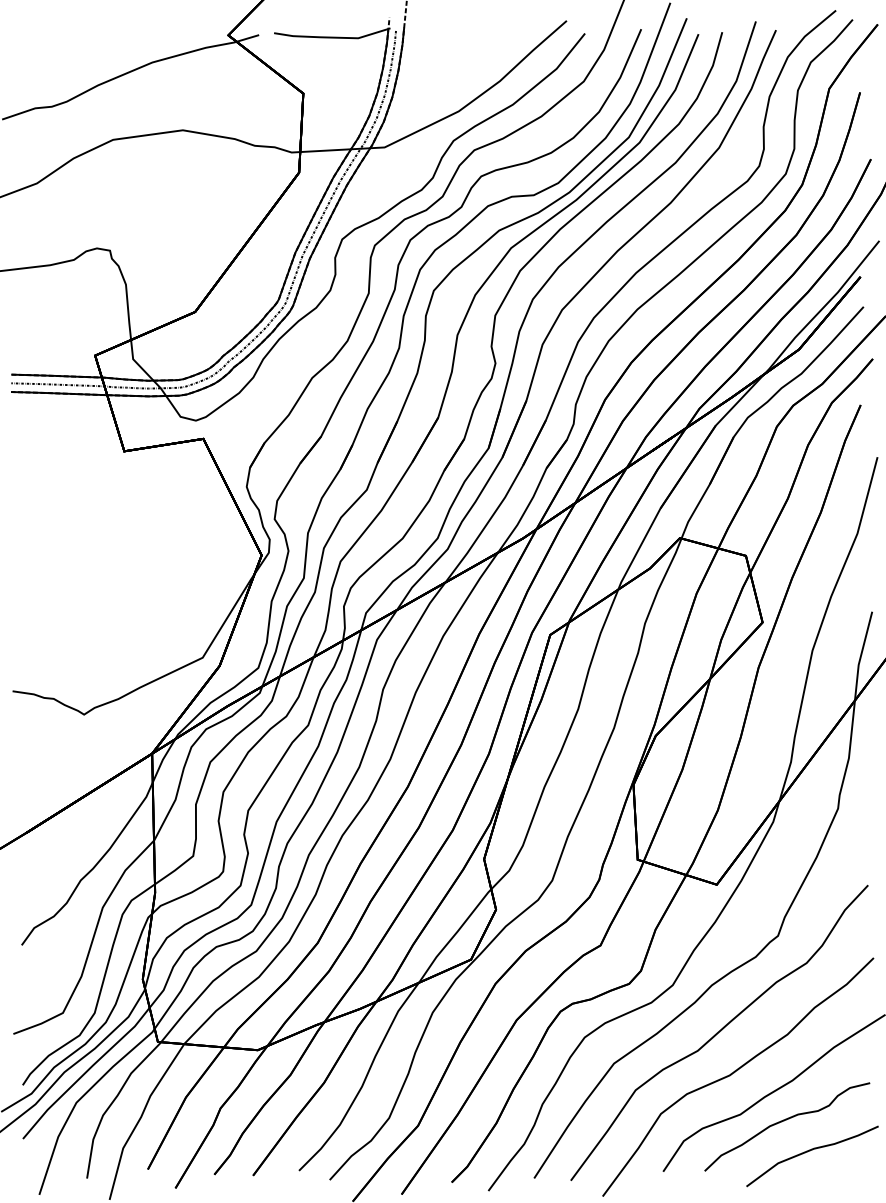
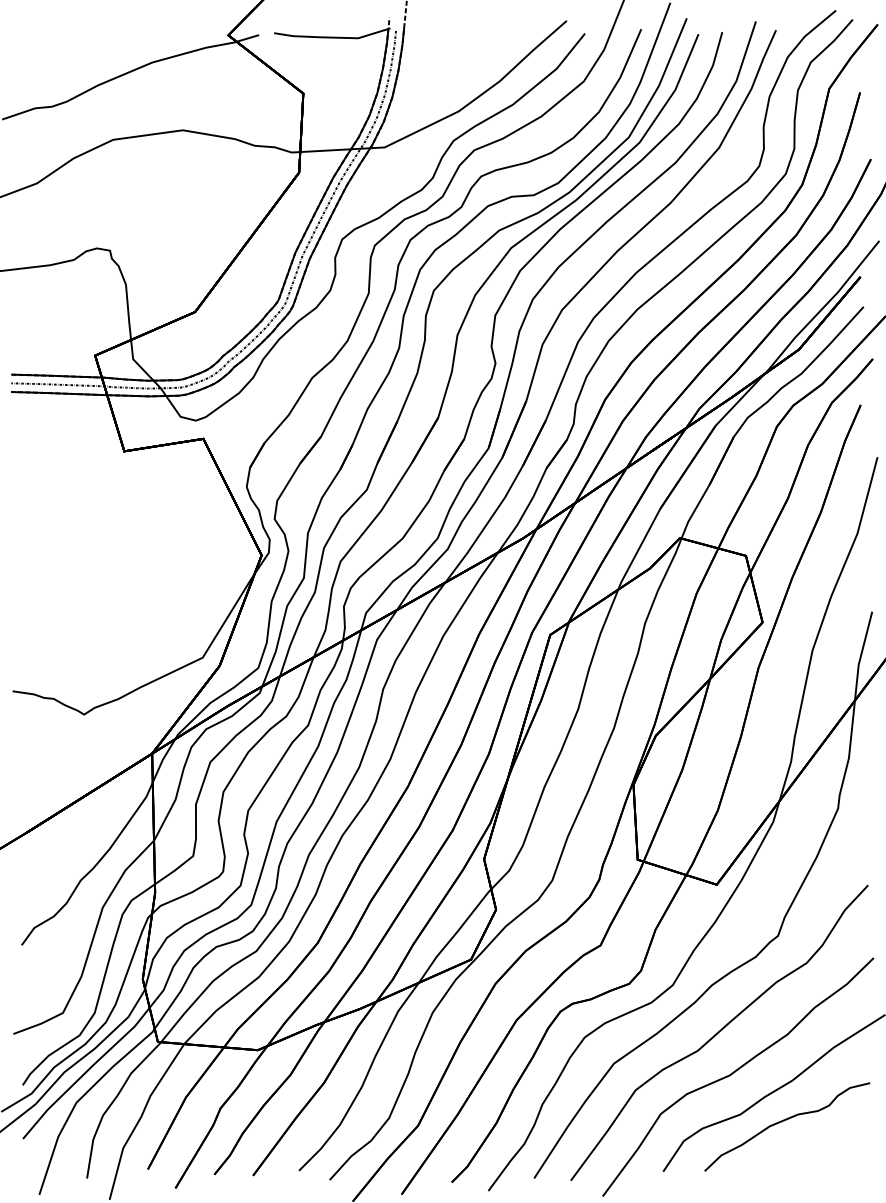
curve at (810, 1151): present -> none
